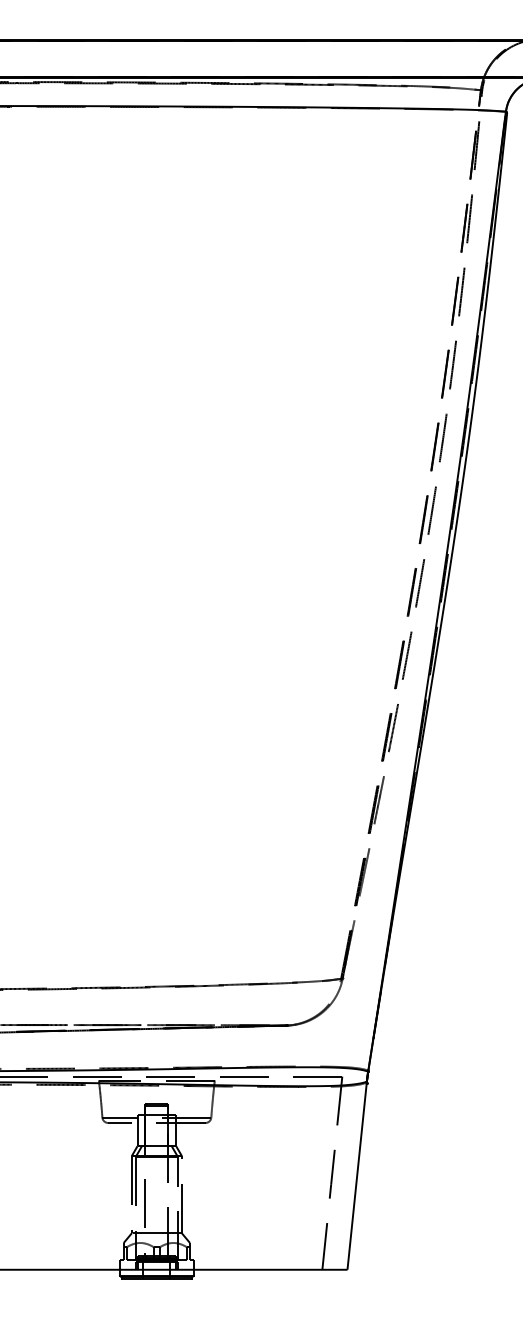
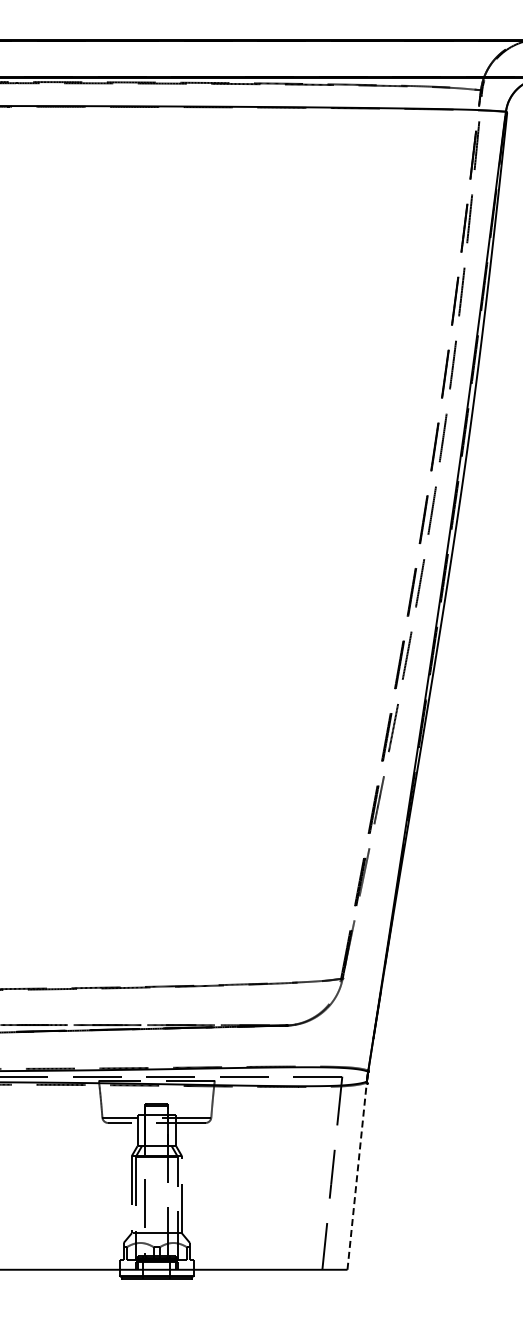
line at (357, 1174): solid -> dashed
